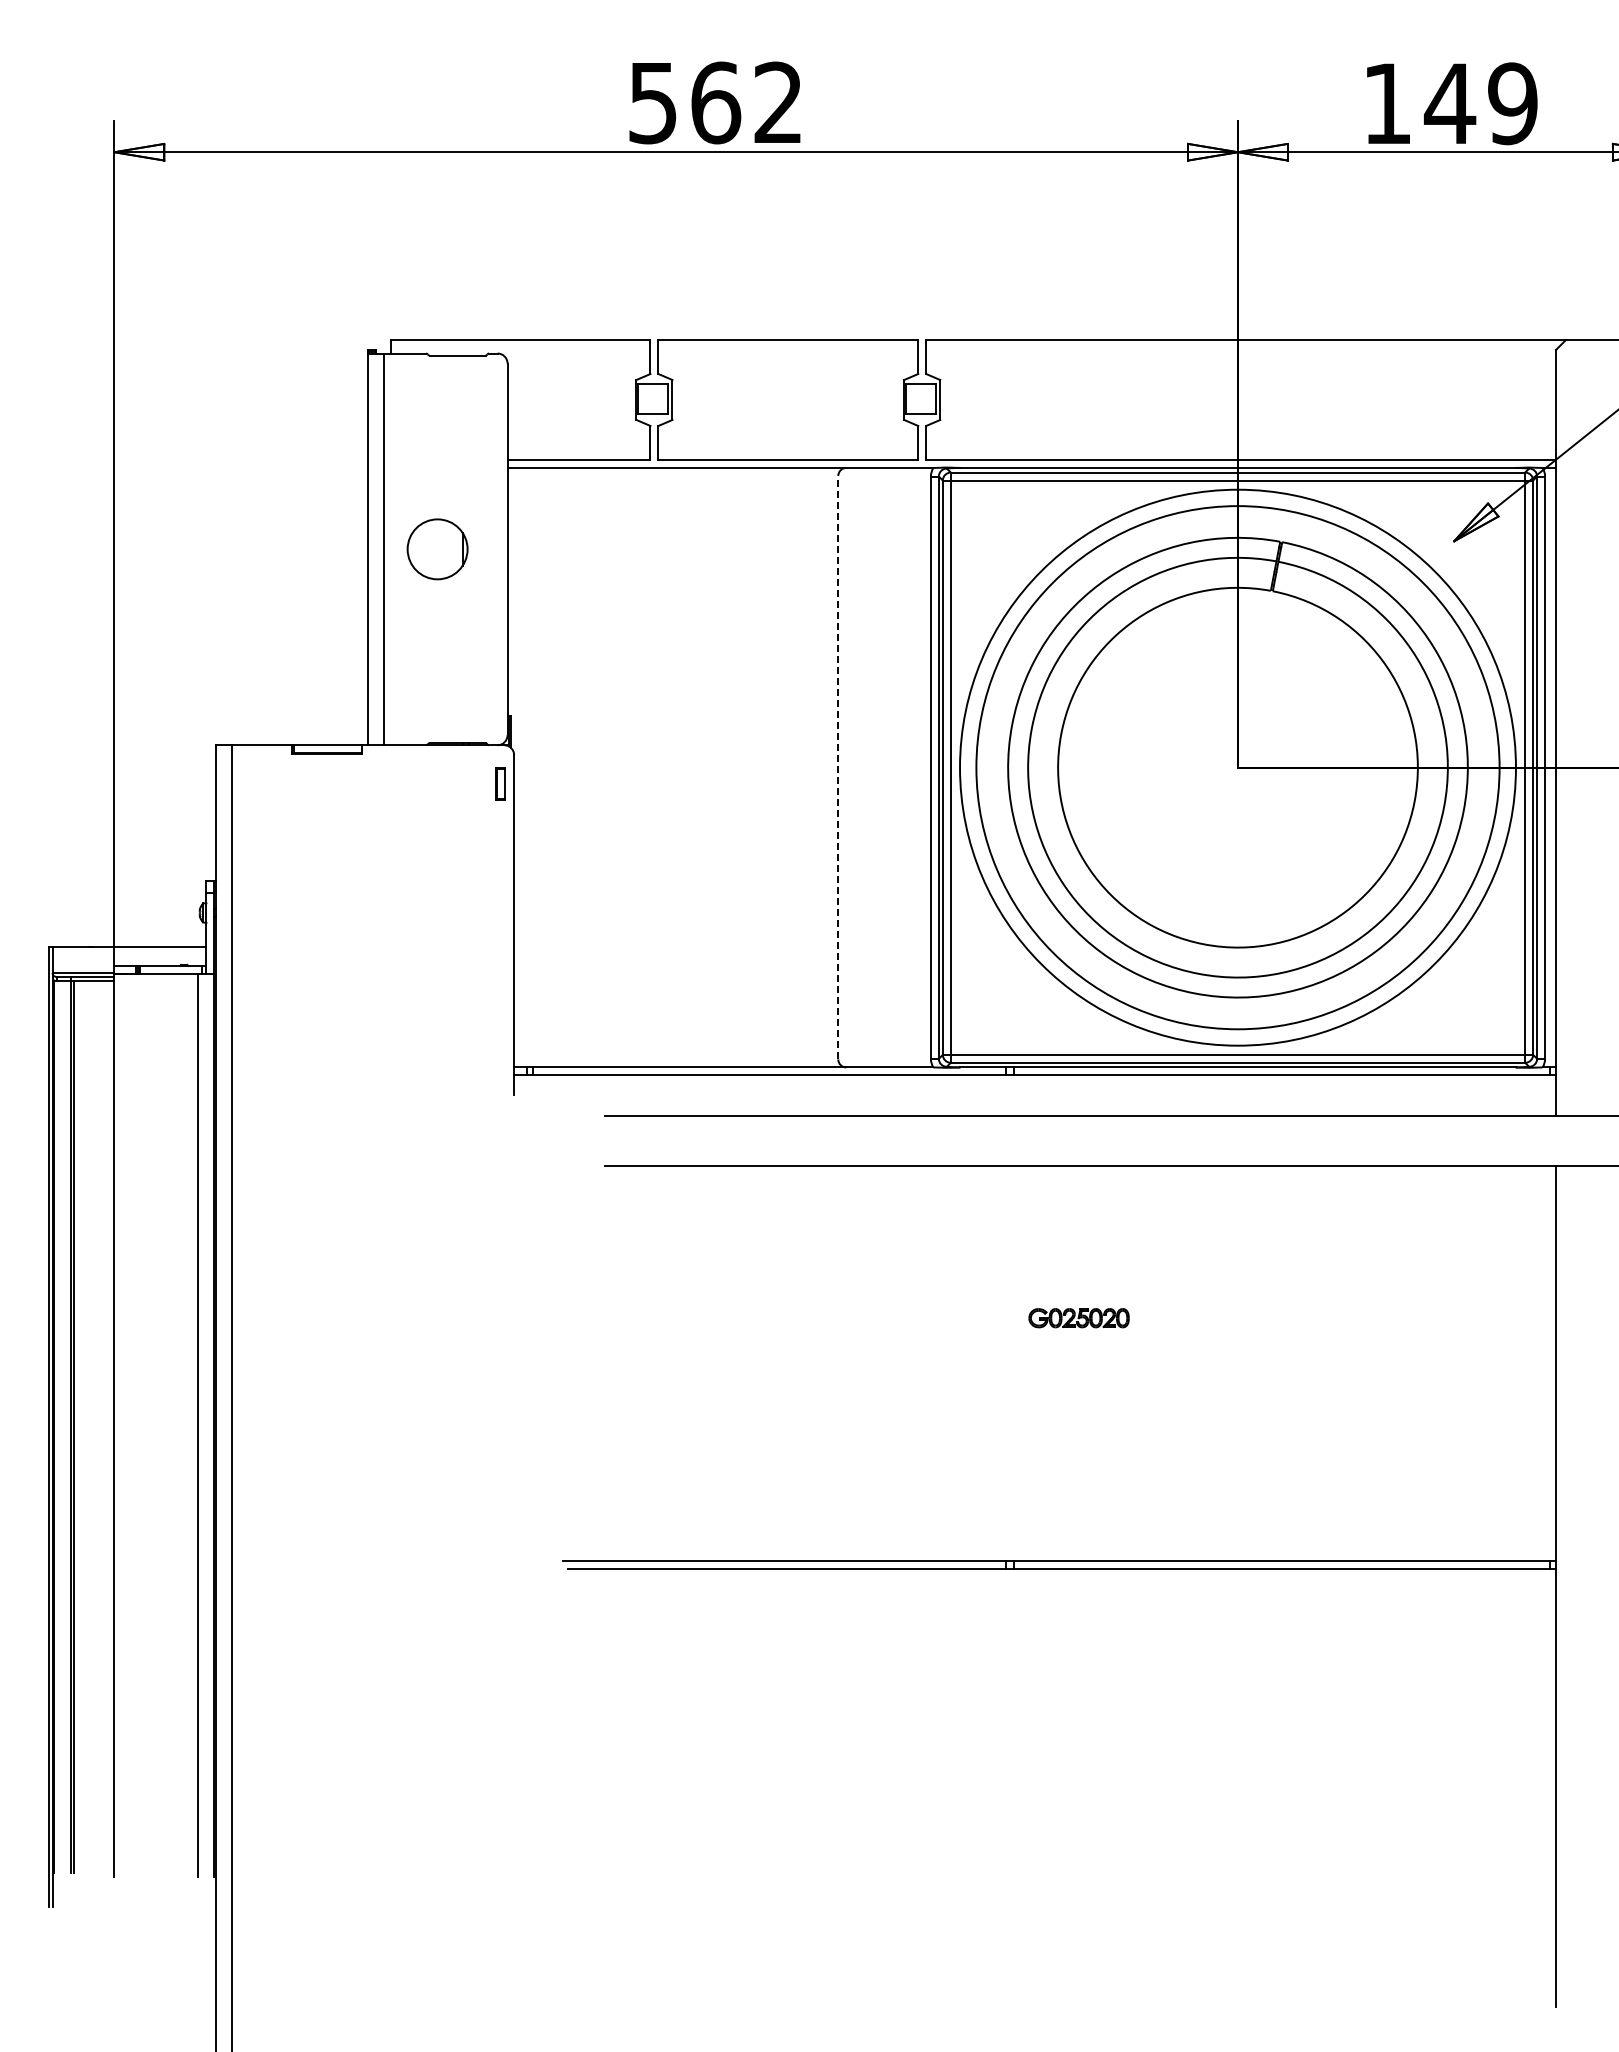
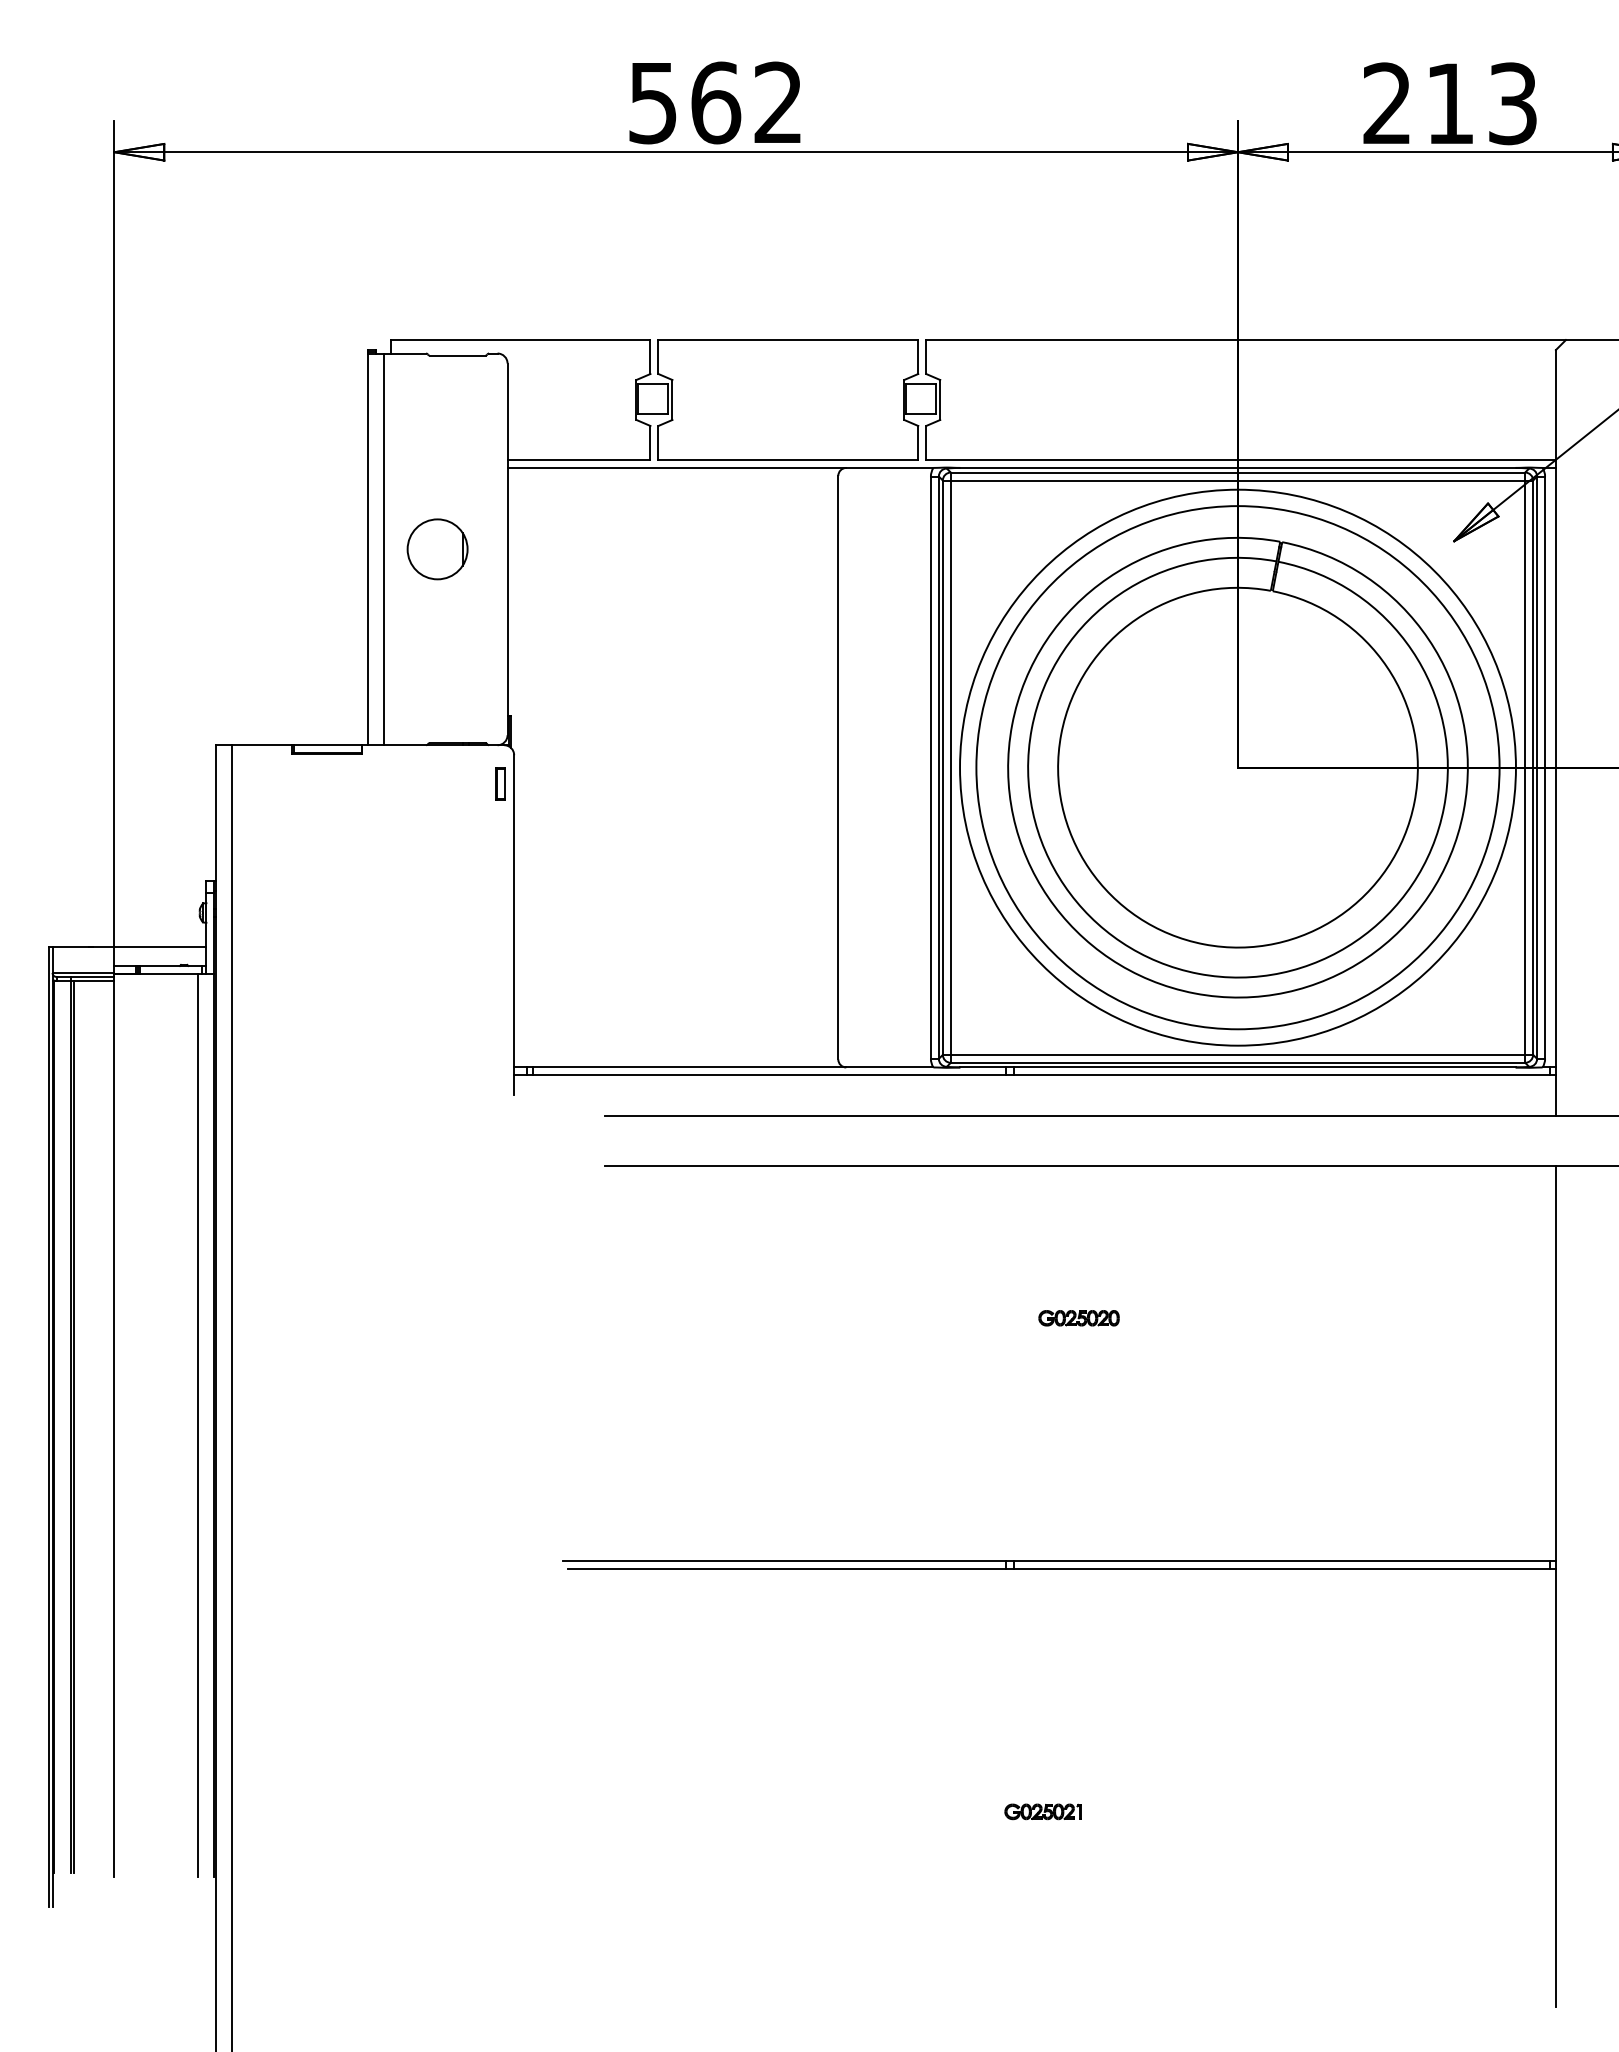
text at (1450, 103): 149 -> 213
line at (838, 767): dashed -> solid
part at (1078, 1318) size: 102x21 px -> 82x17 px
part at (1042, 1811): none -> present
